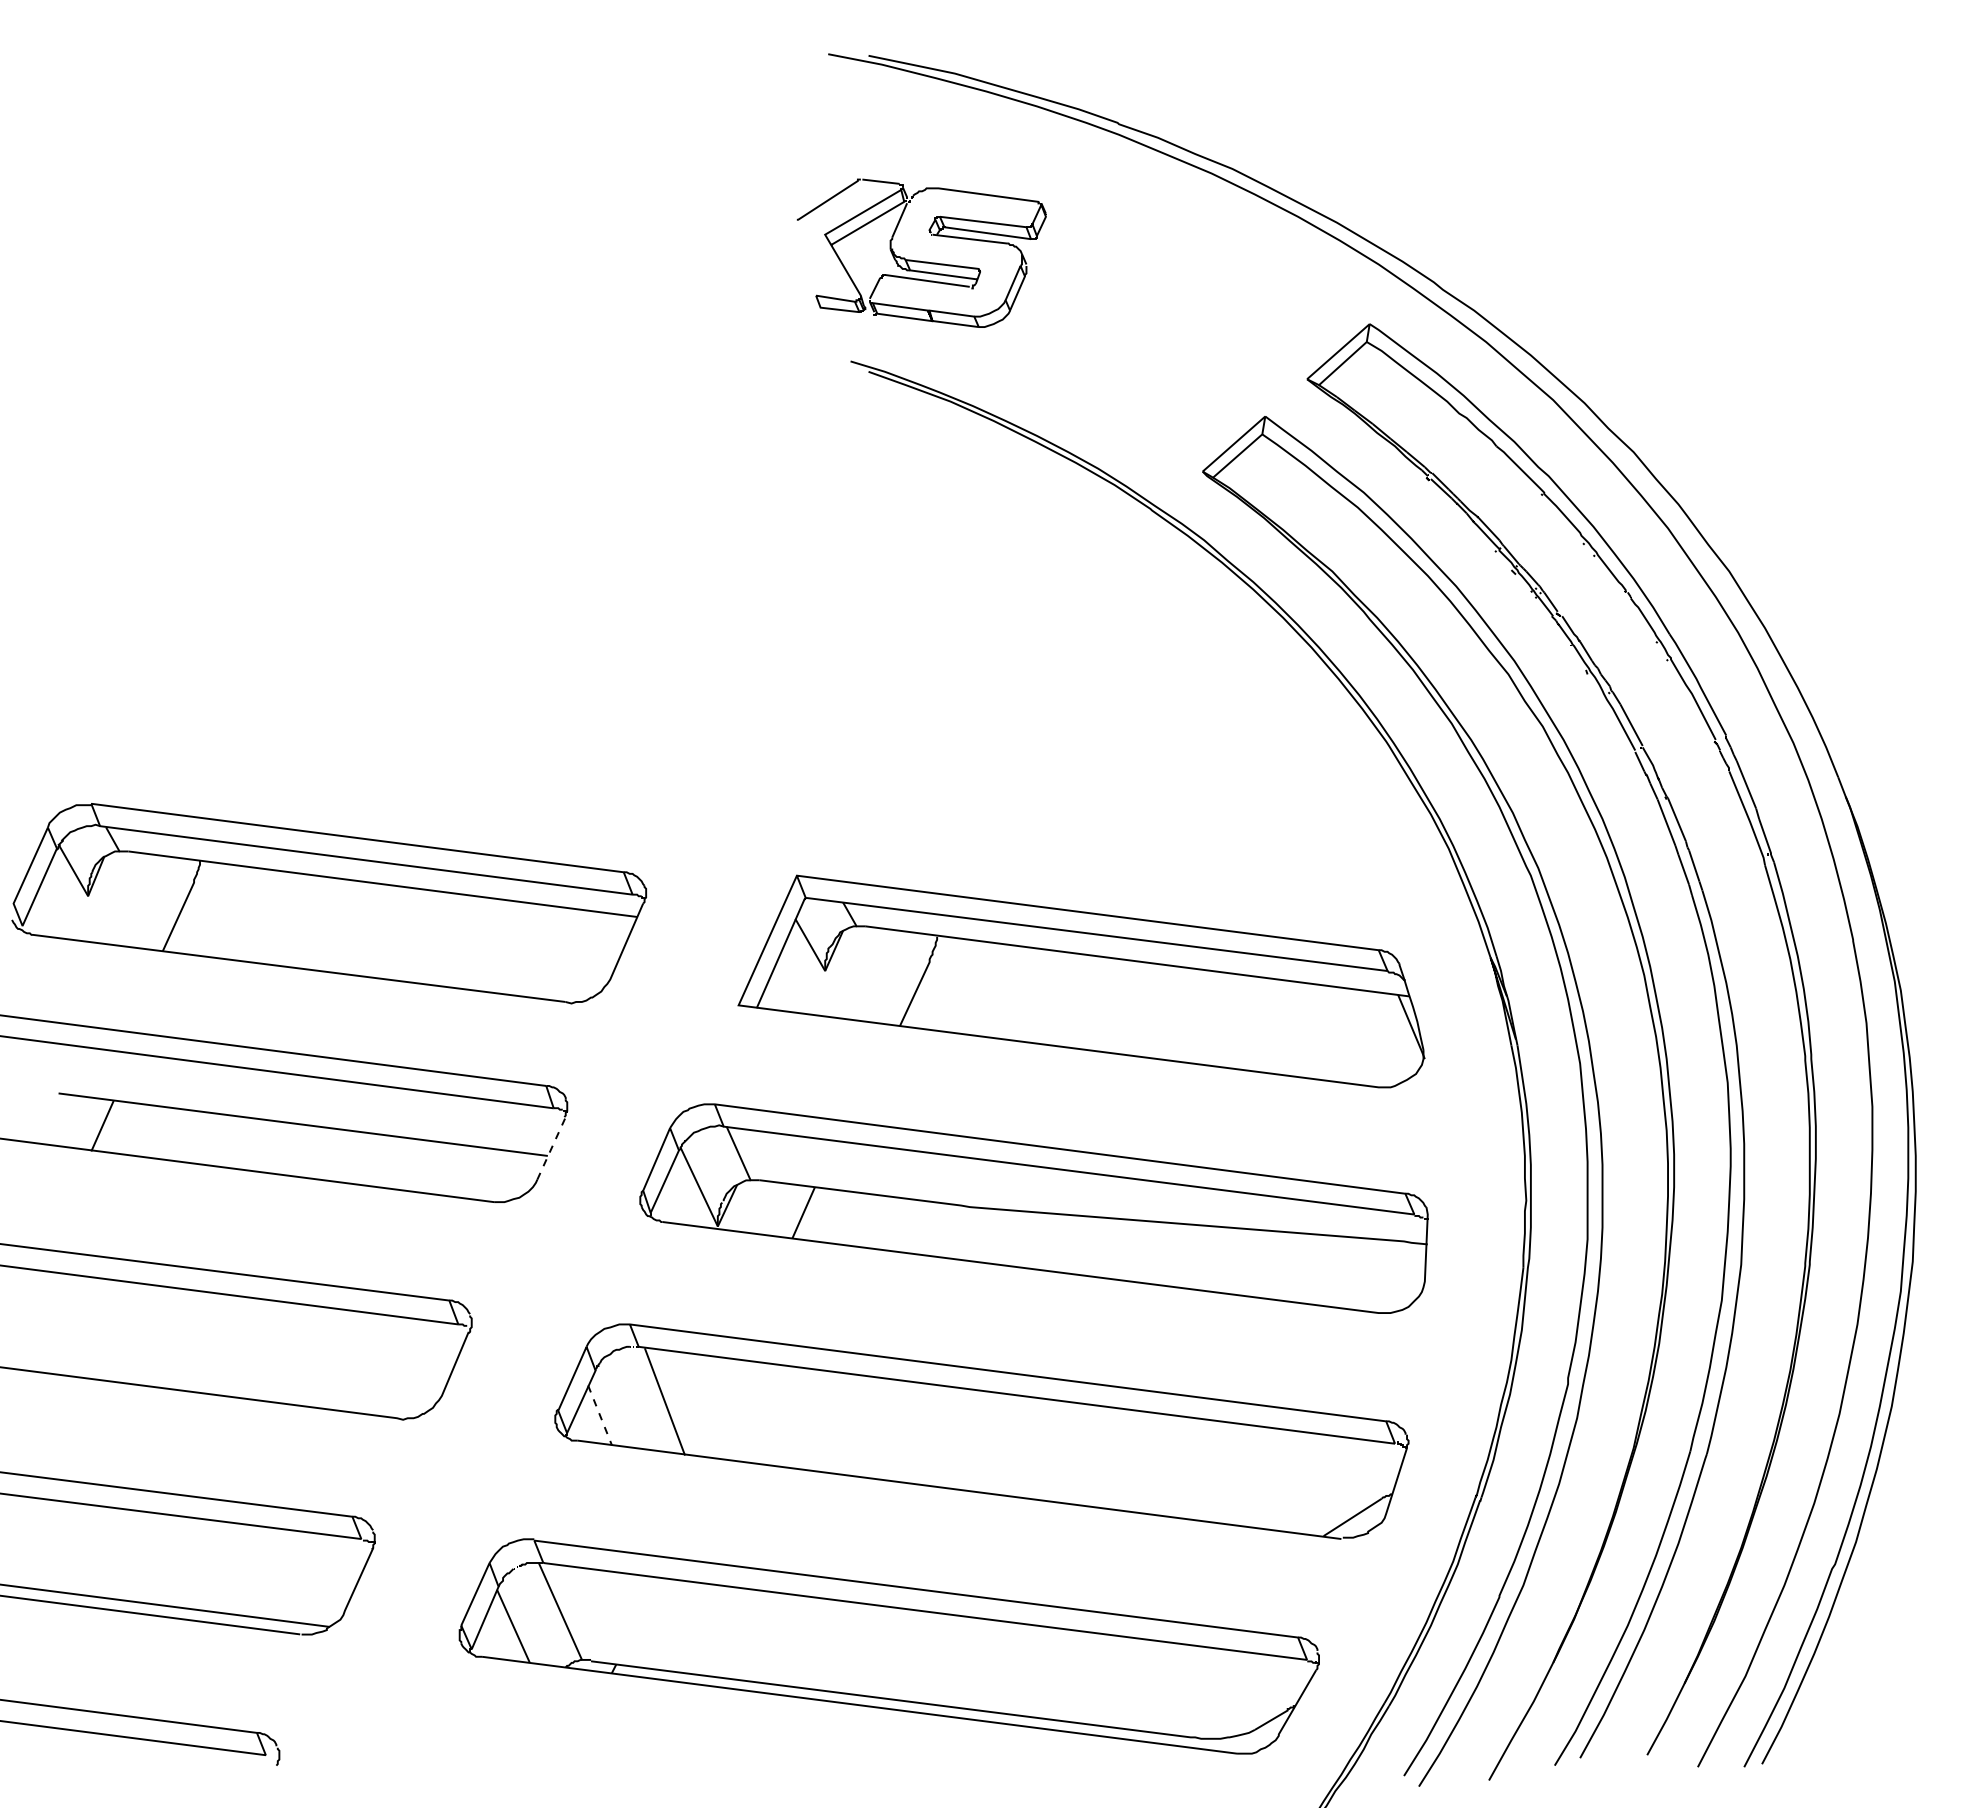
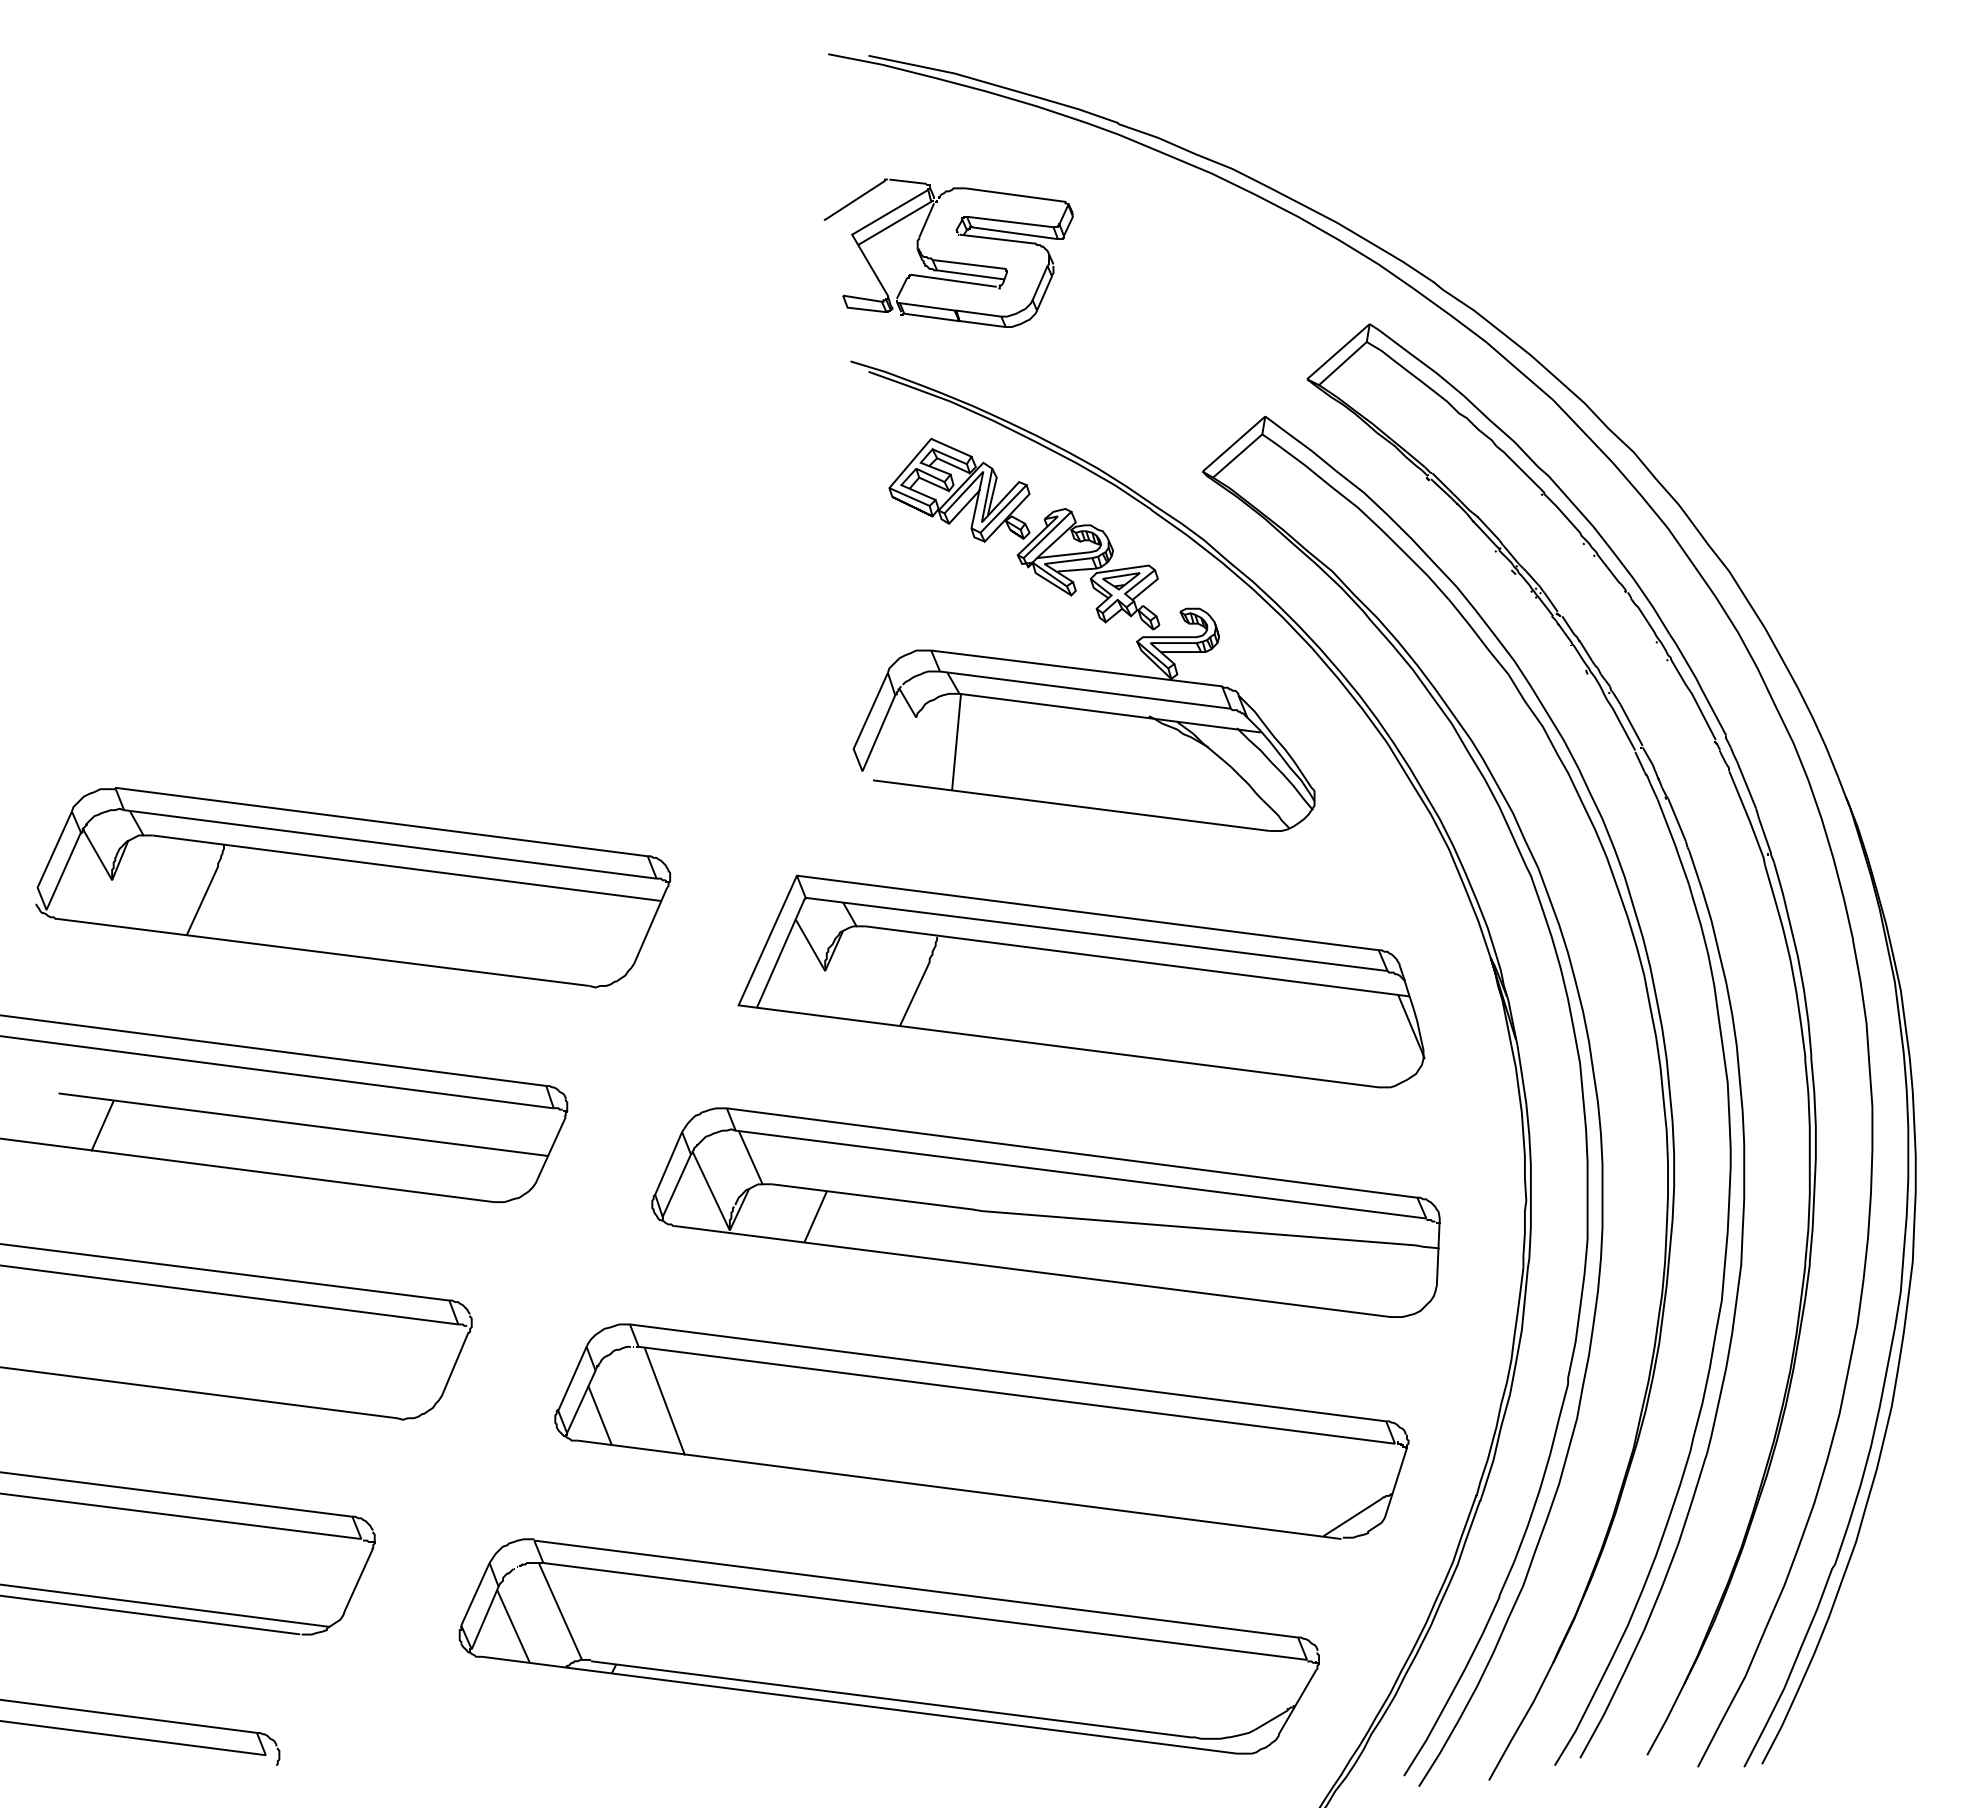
part at (920, 260) position: (920, 260) -> (947, 260)
part at (1099, 618): none -> present
part at (328, 903) position: (328, 903) -> (352, 887)
line at (551, 1148): dashed -> solid
part at (1033, 1208) position: (1033, 1208) -> (1045, 1212)
line at (600, 1415): dashed -> solid
